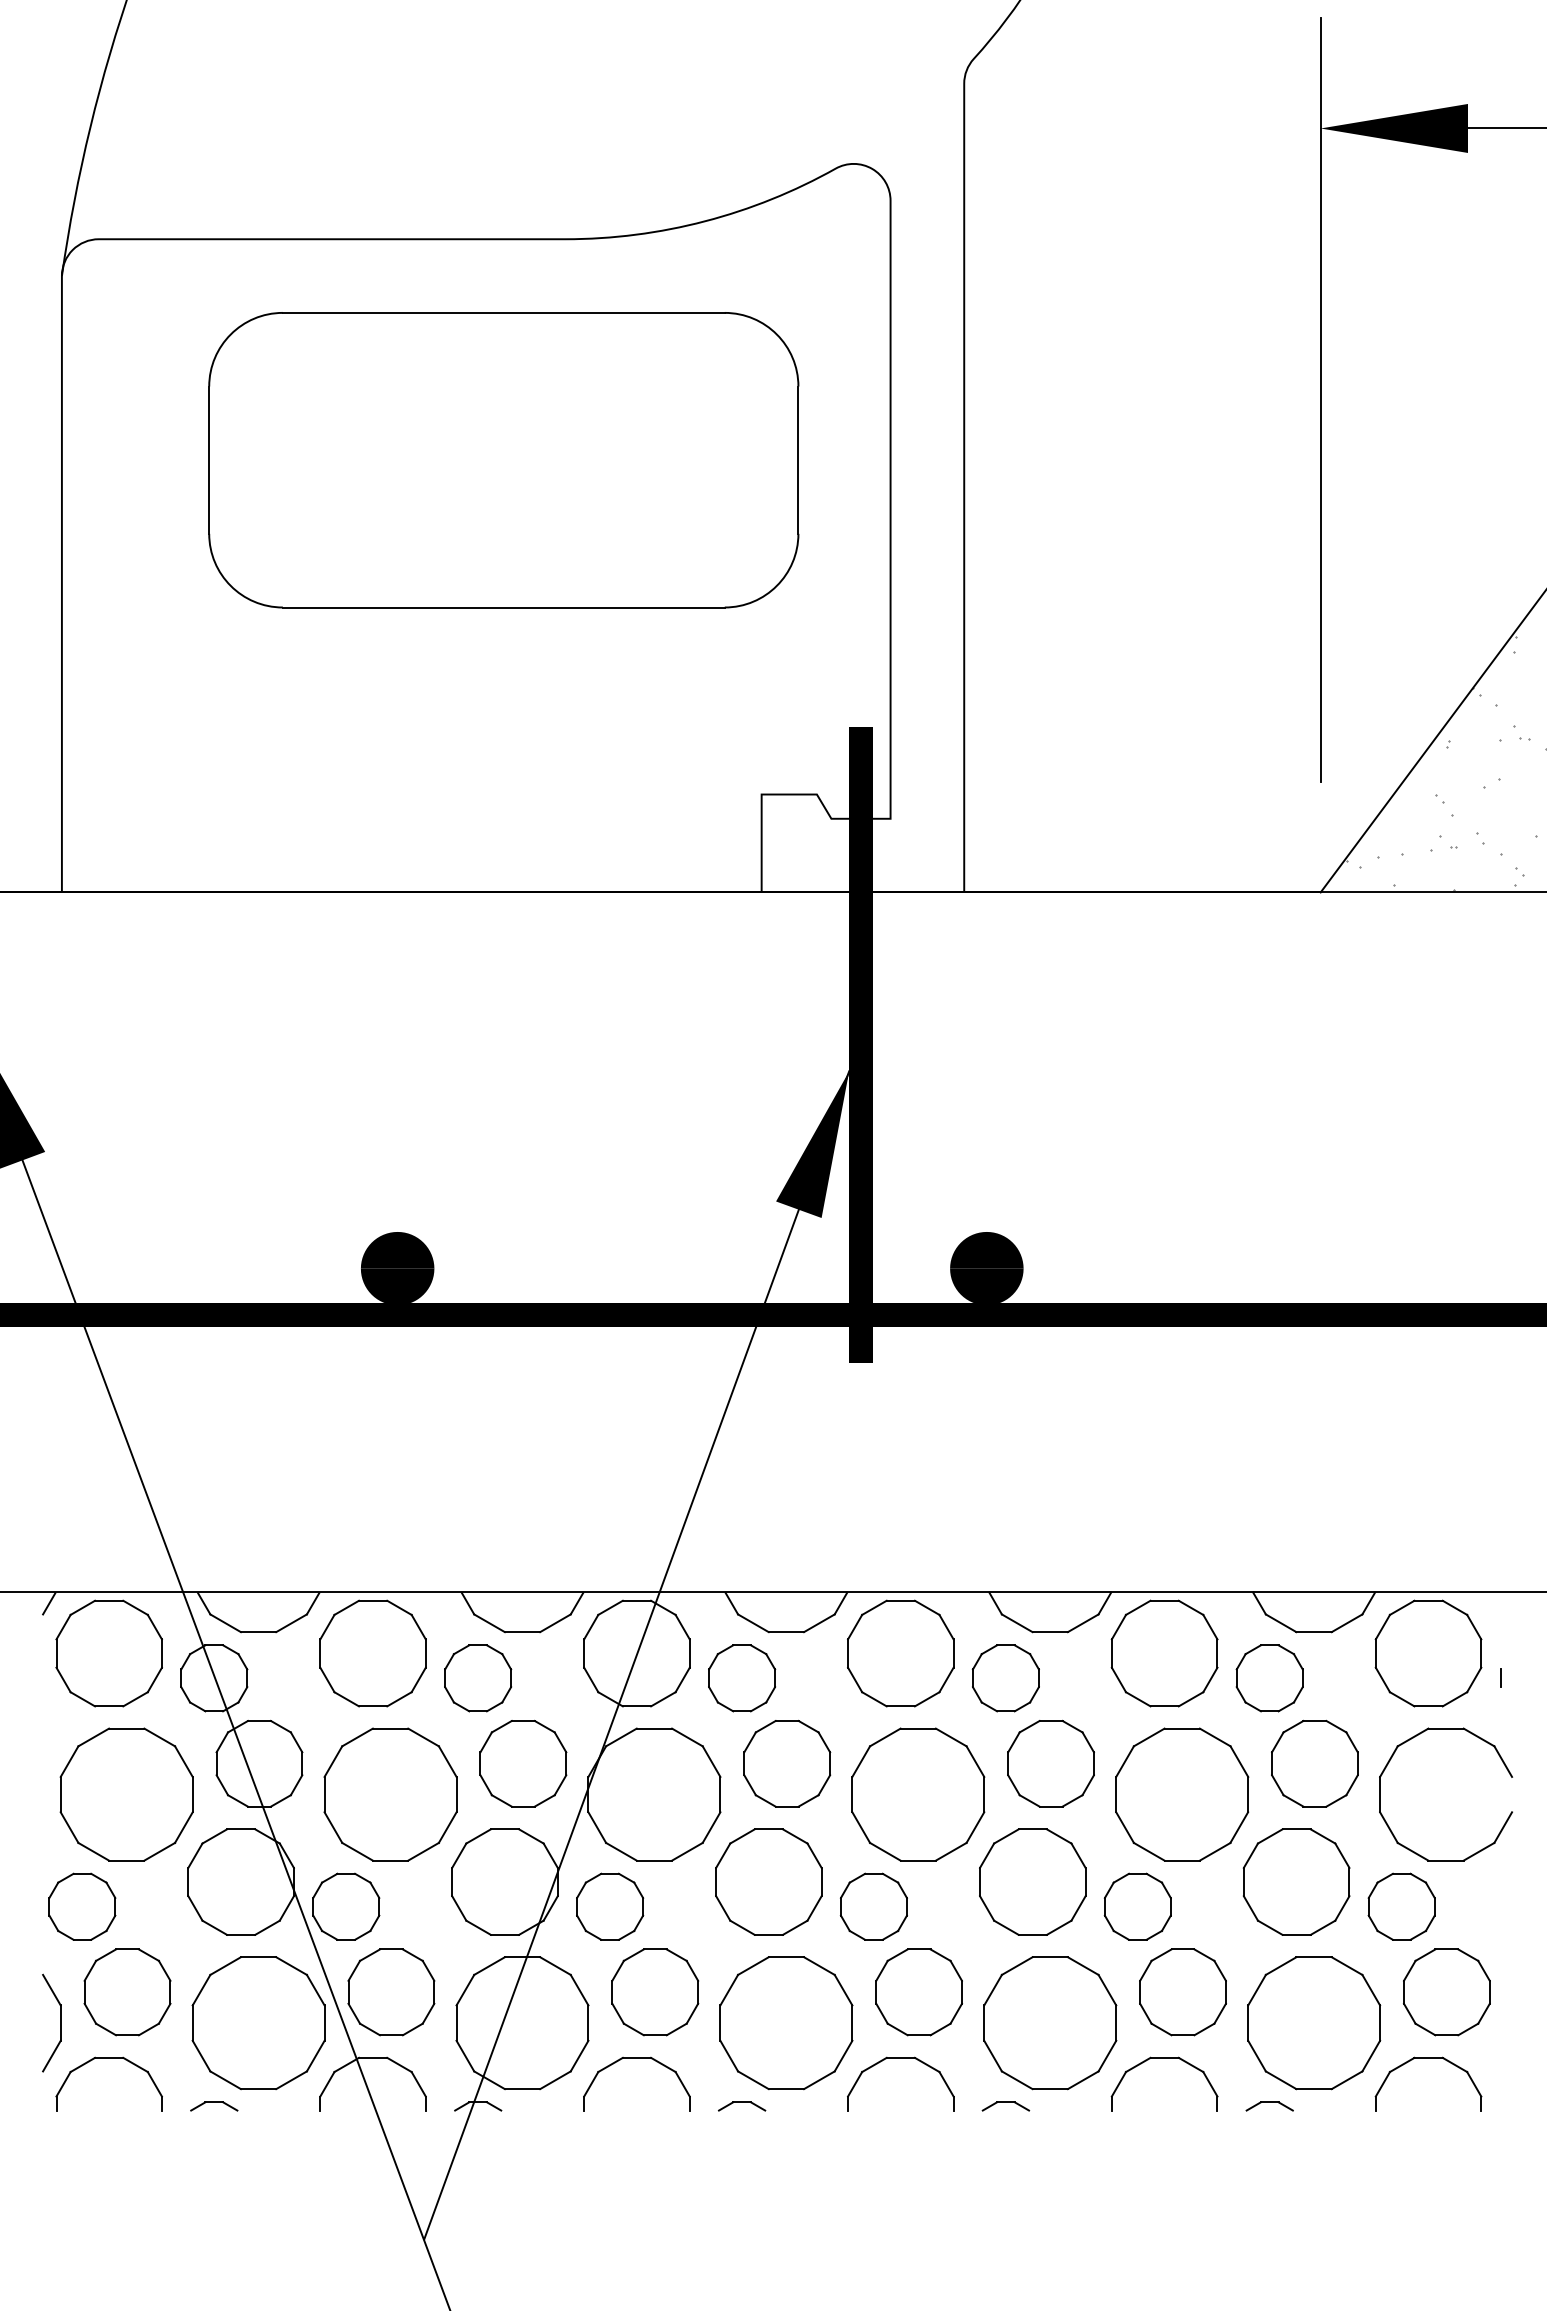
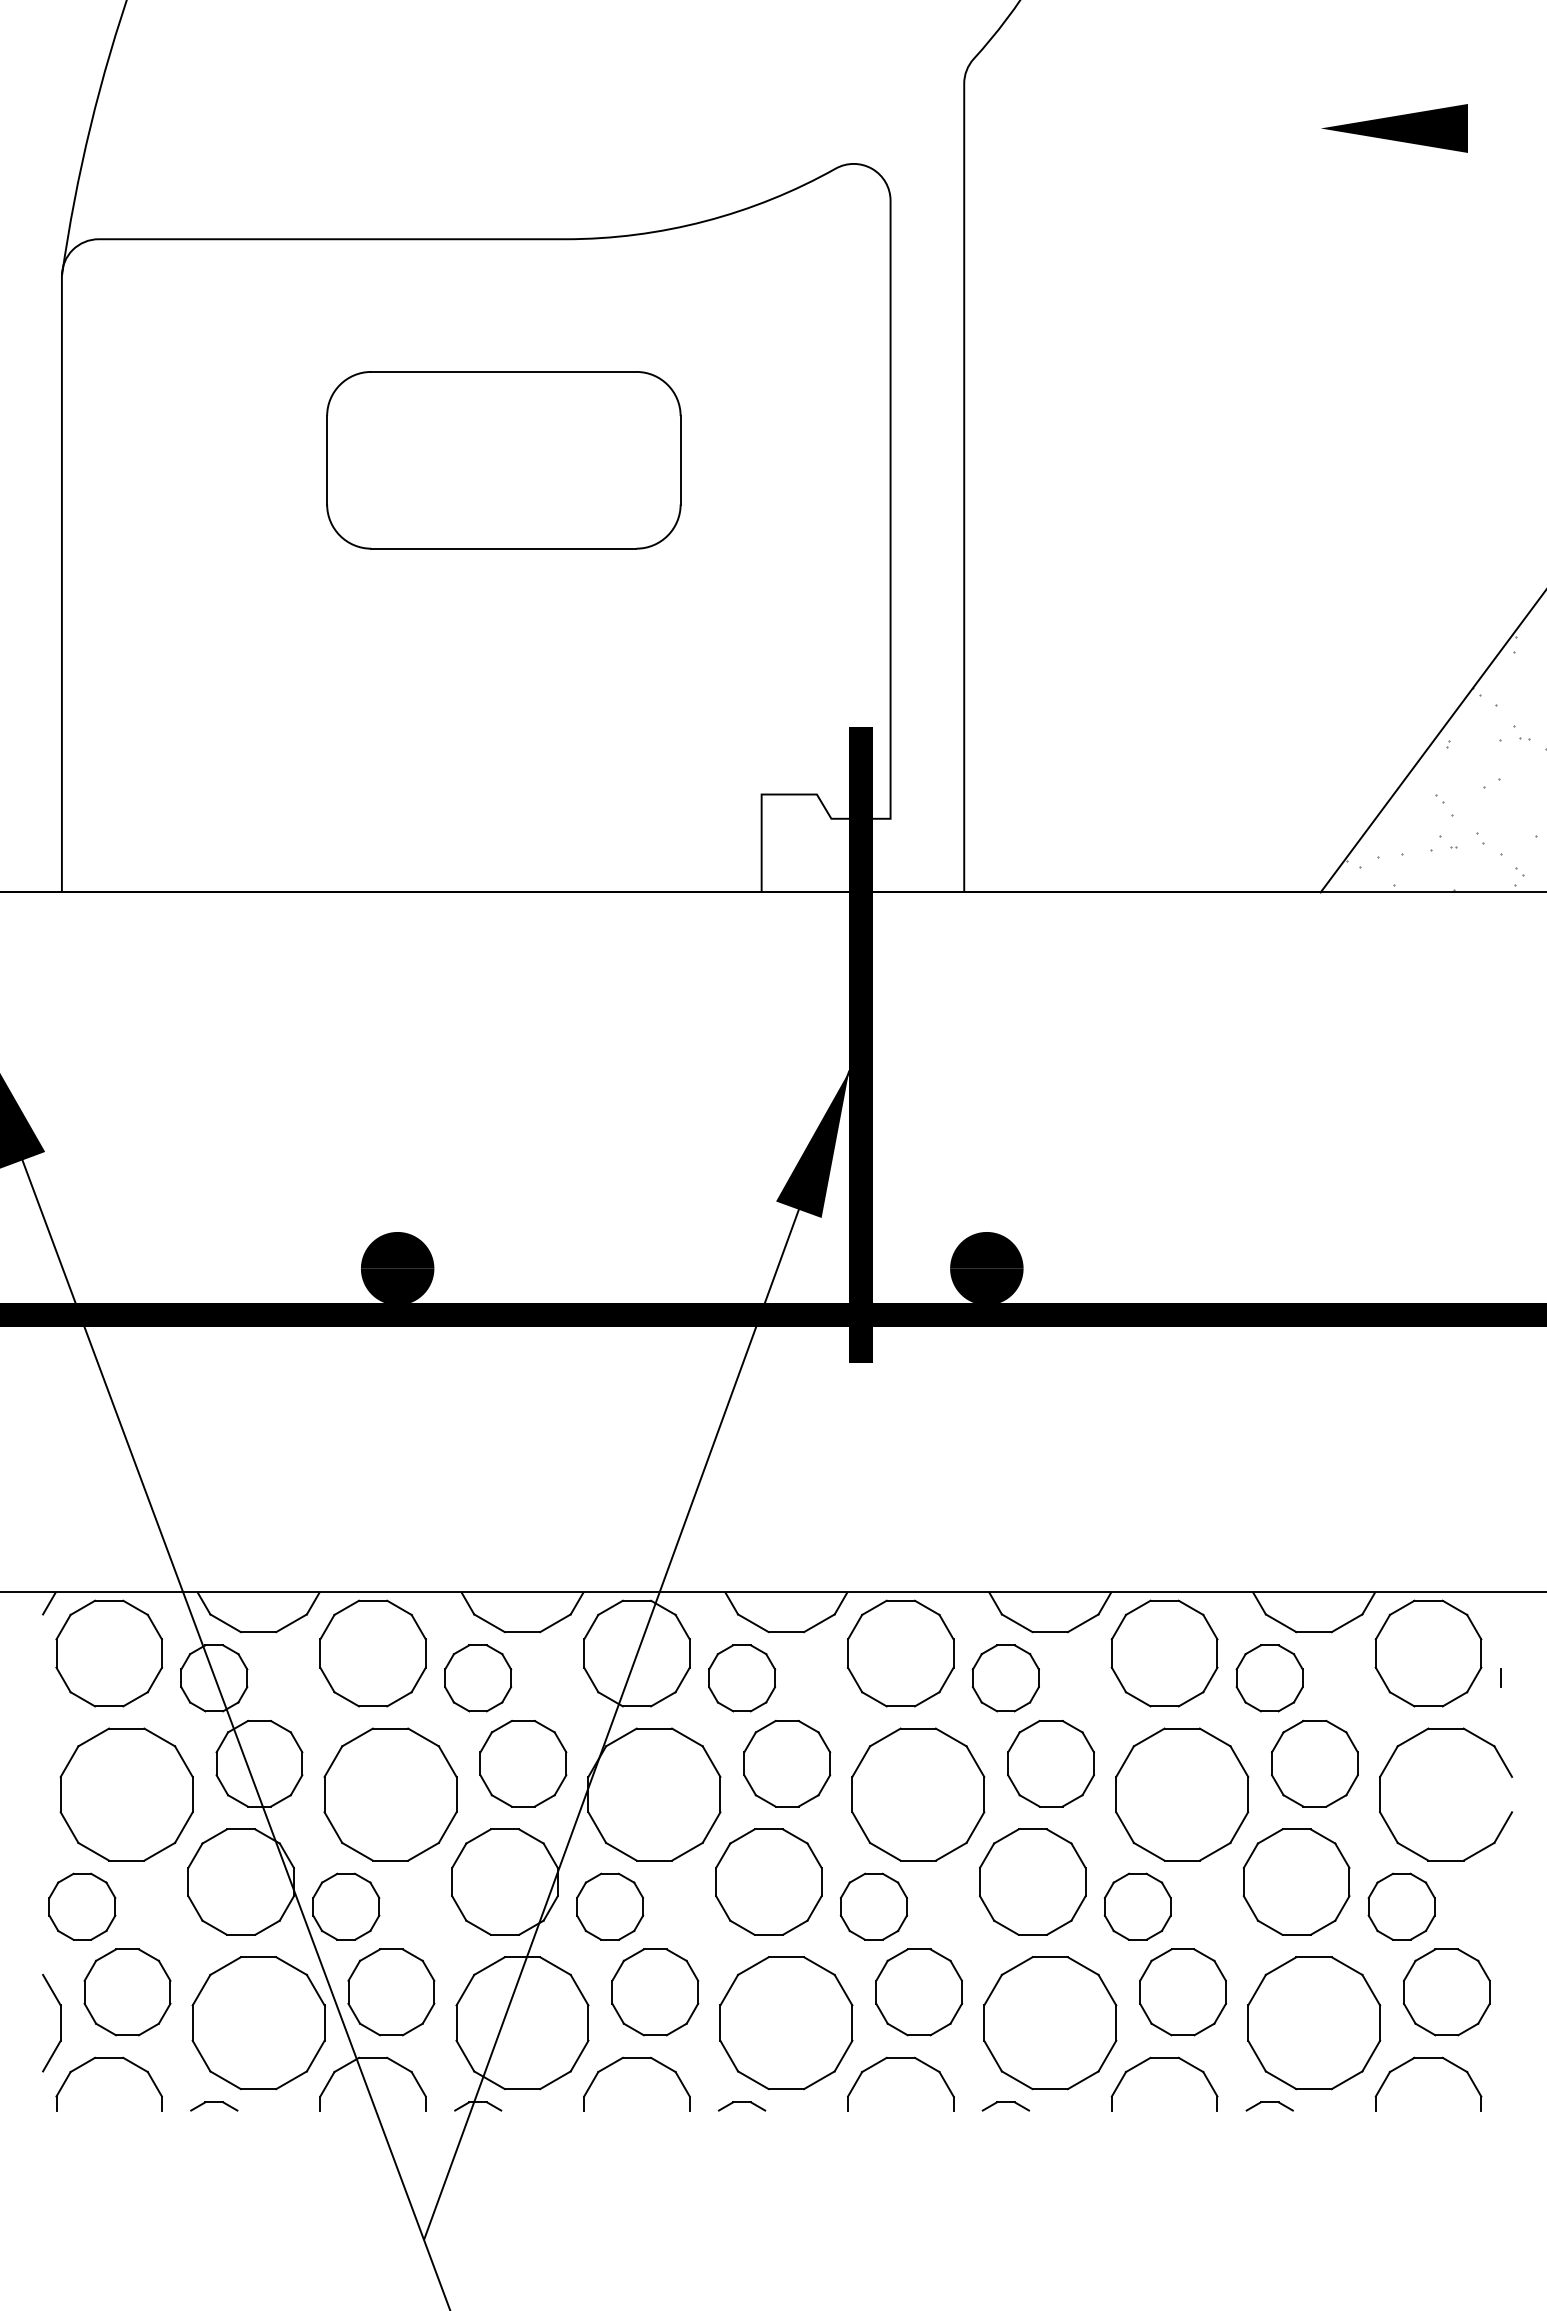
line at (1505, 128): present -> none
line at (1320, 399): present -> none
part at (503, 460) size: 592x297 px -> 356x179 px
